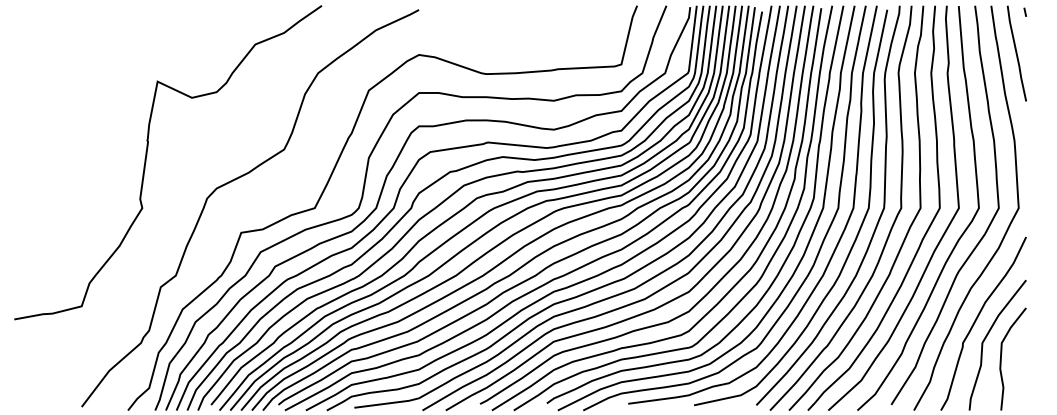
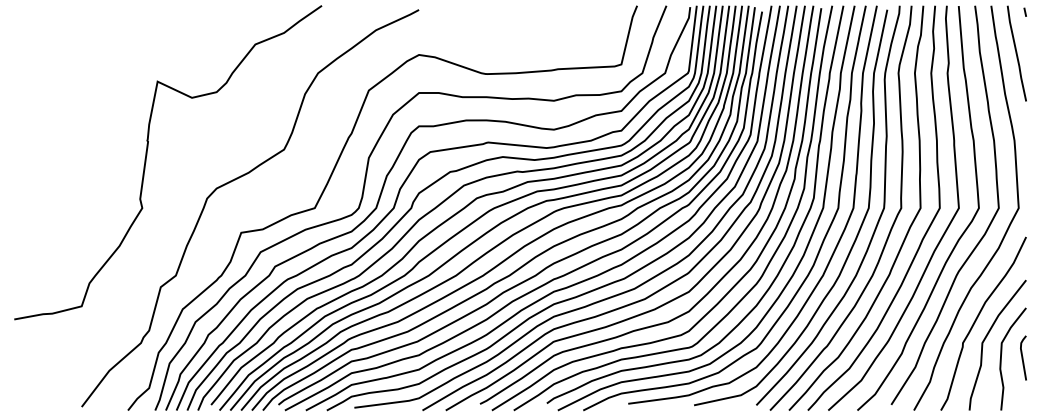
line at (1023, 357): none -> present
